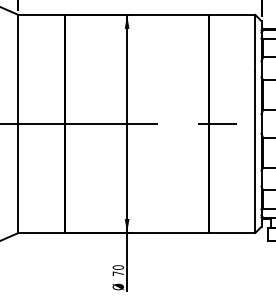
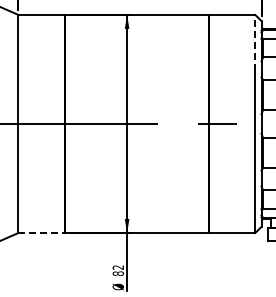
line at (255, 42): solid -> dashed
line at (42, 233): solid -> dashed
text at (117, 270): 70 -> 82
